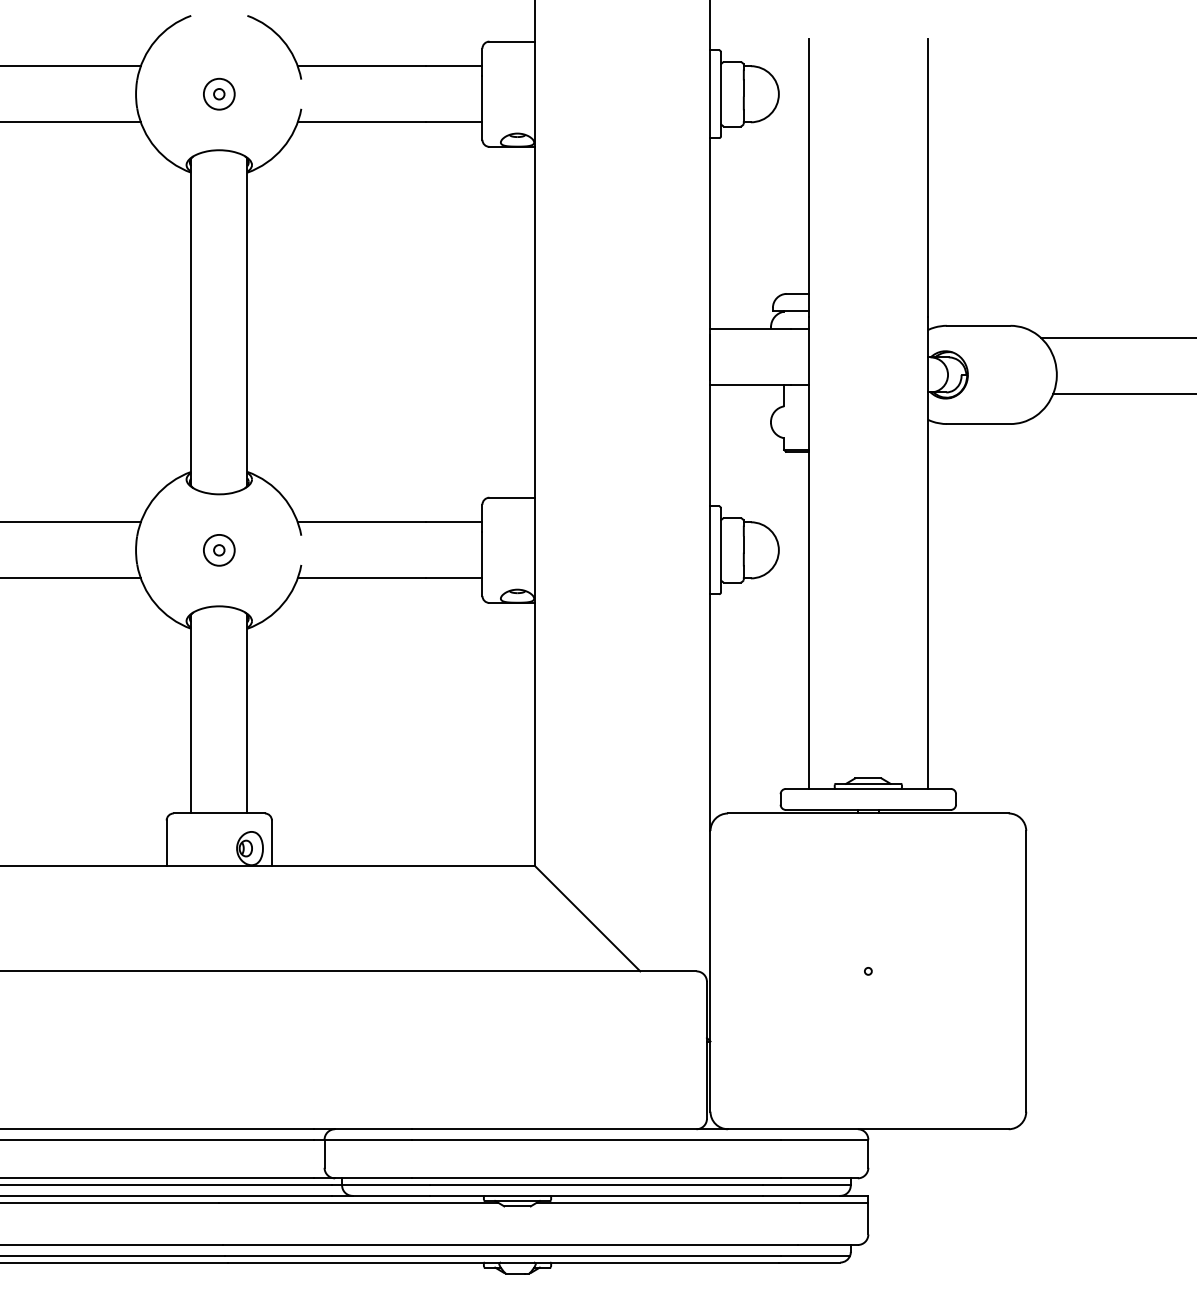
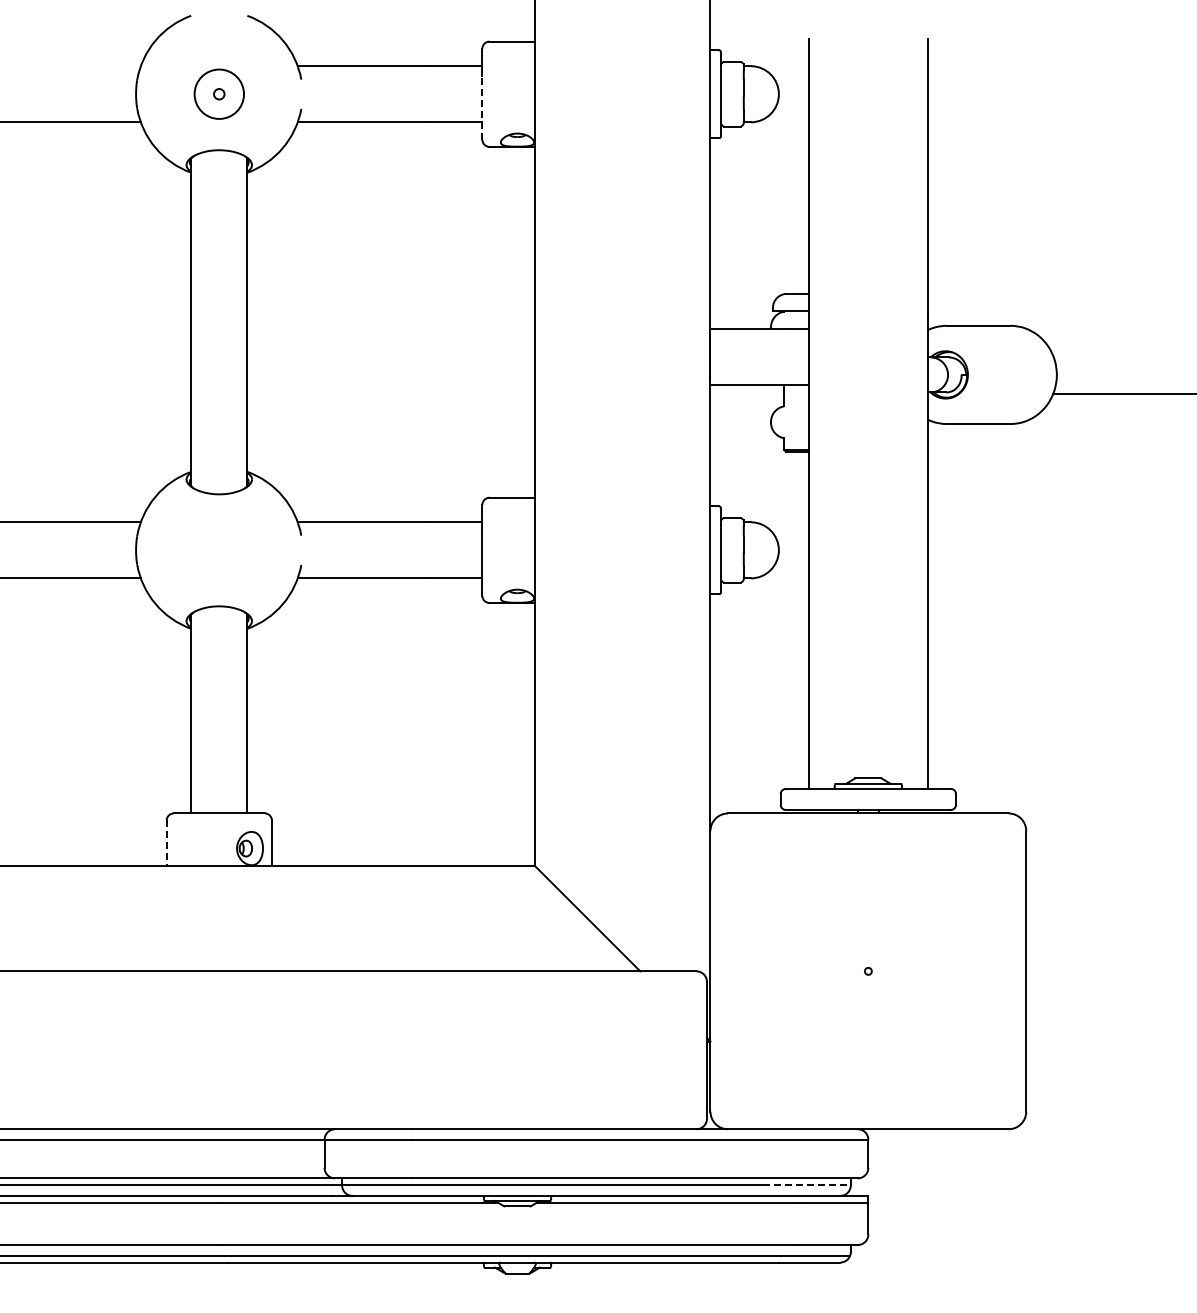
line at (71, 66): present -> none
circle at (218, 93) diameter: 31 px -> 49 px
line at (482, 107): solid -> dashed
line at (1117, 338): present -> none
part at (219, 550): present -> none
line at (166, 843): solid -> dashed
line at (806, 1185): solid -> dashed
